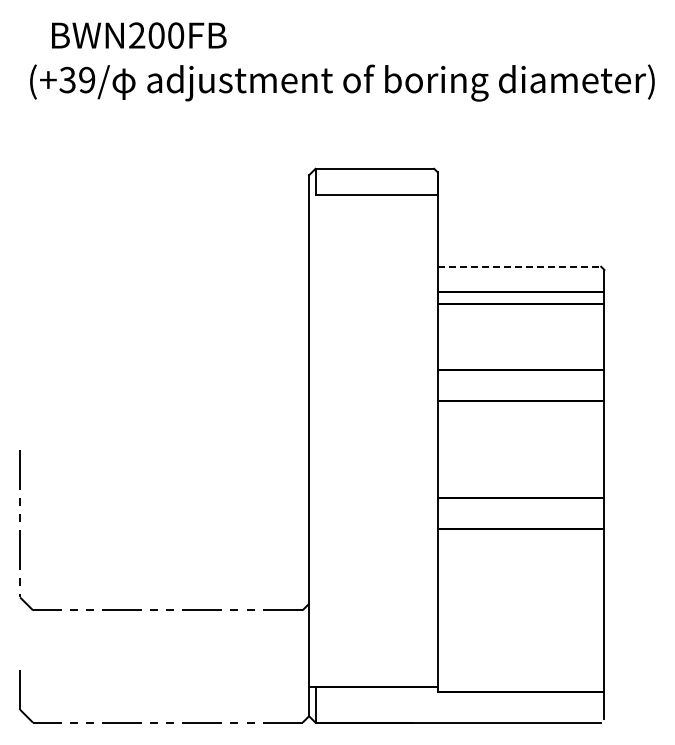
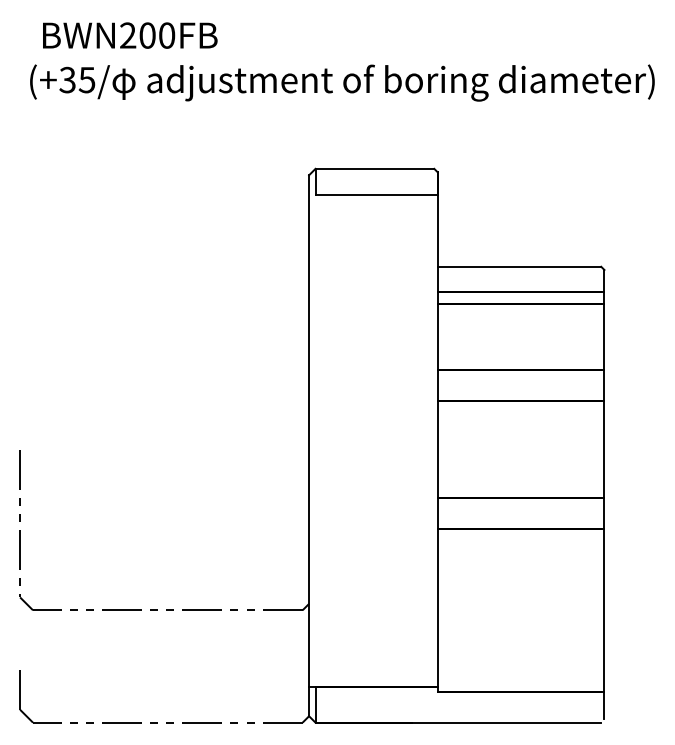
text at (139, 35) position: (139, 35) -> (130, 35)
text at (86, 79): (+39/ -> (+35/
line at (519, 266): dashed -> solid
